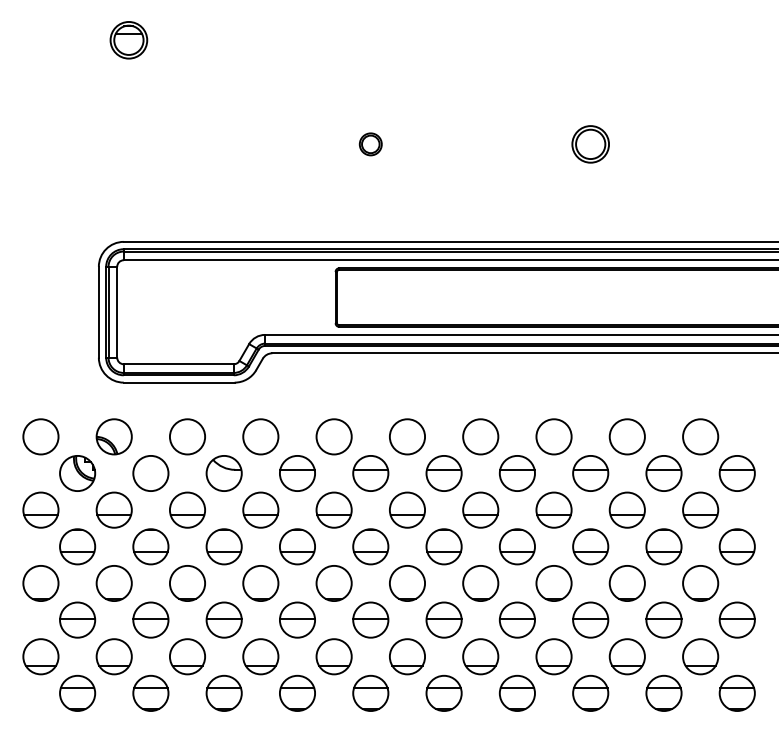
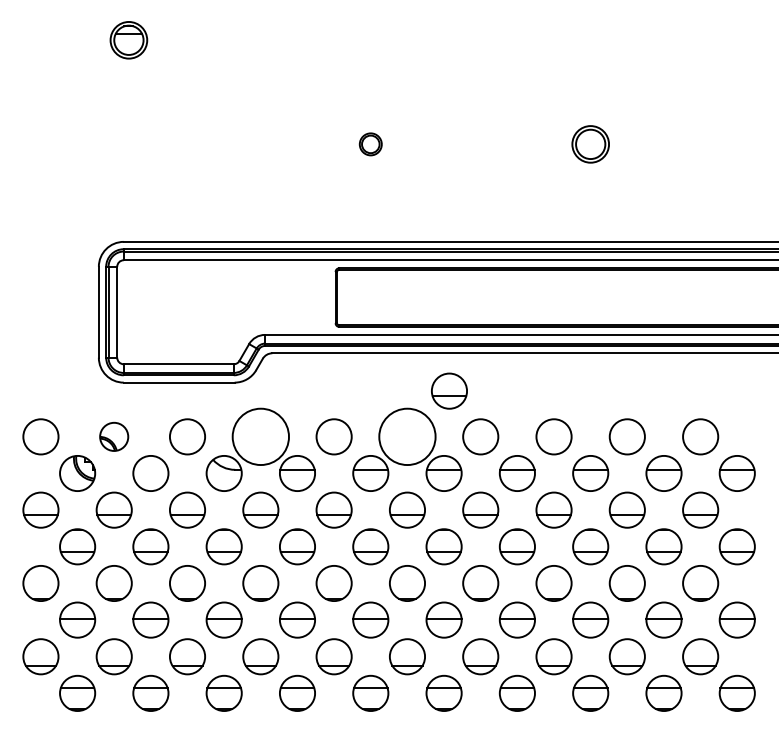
part at (449, 390): none -> present
part at (113, 436) size: 38x38 px -> 31x31 px
circle at (260, 436) diameter: 35 px -> 56 px
circle at (407, 436) diameter: 35 px -> 56 px
